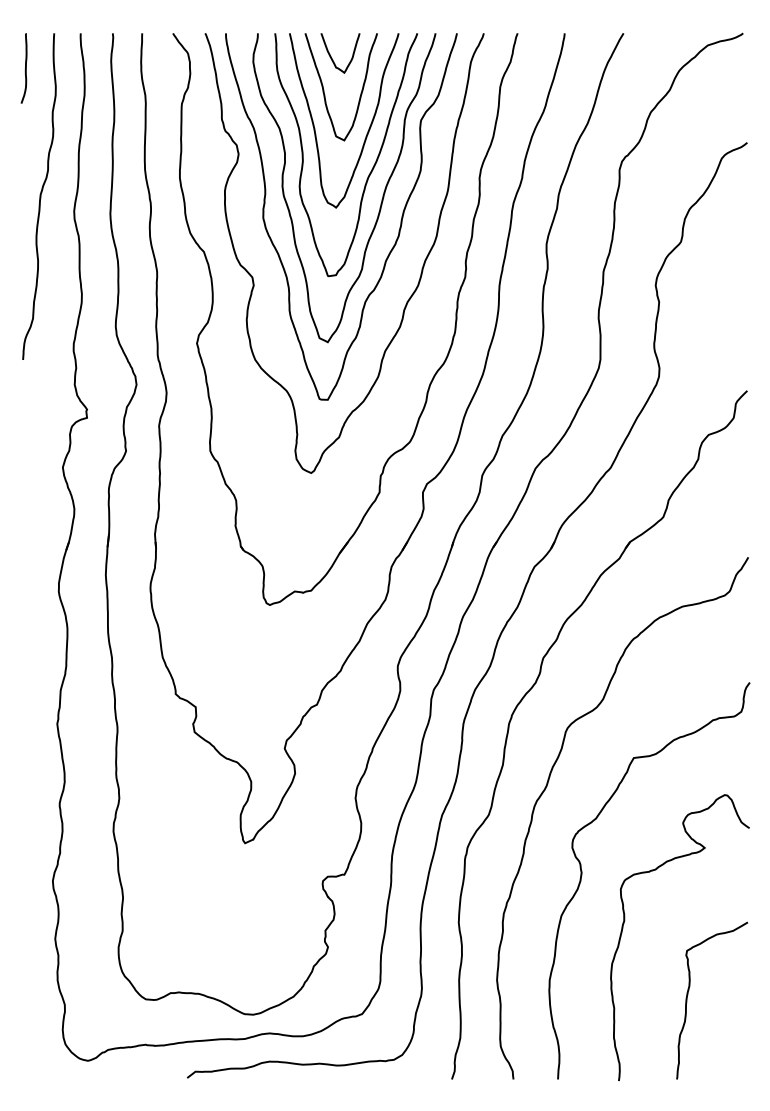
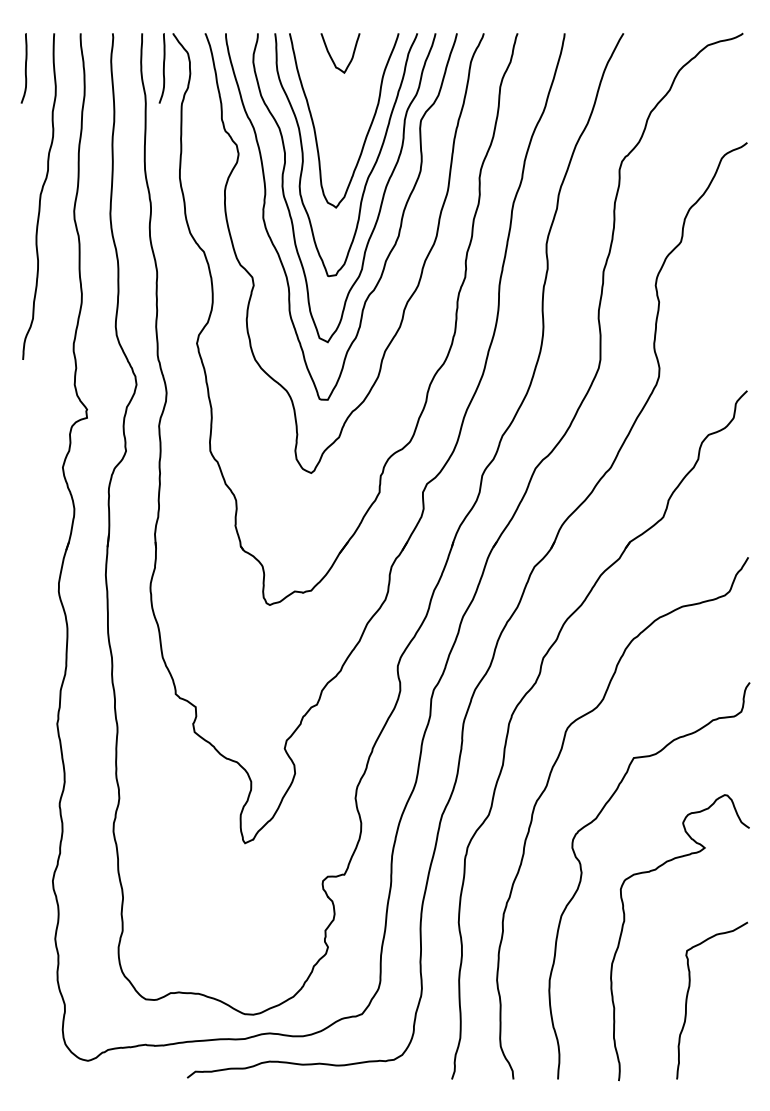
curve at (163, 68): none -> present
curve at (324, 89): present -> none
